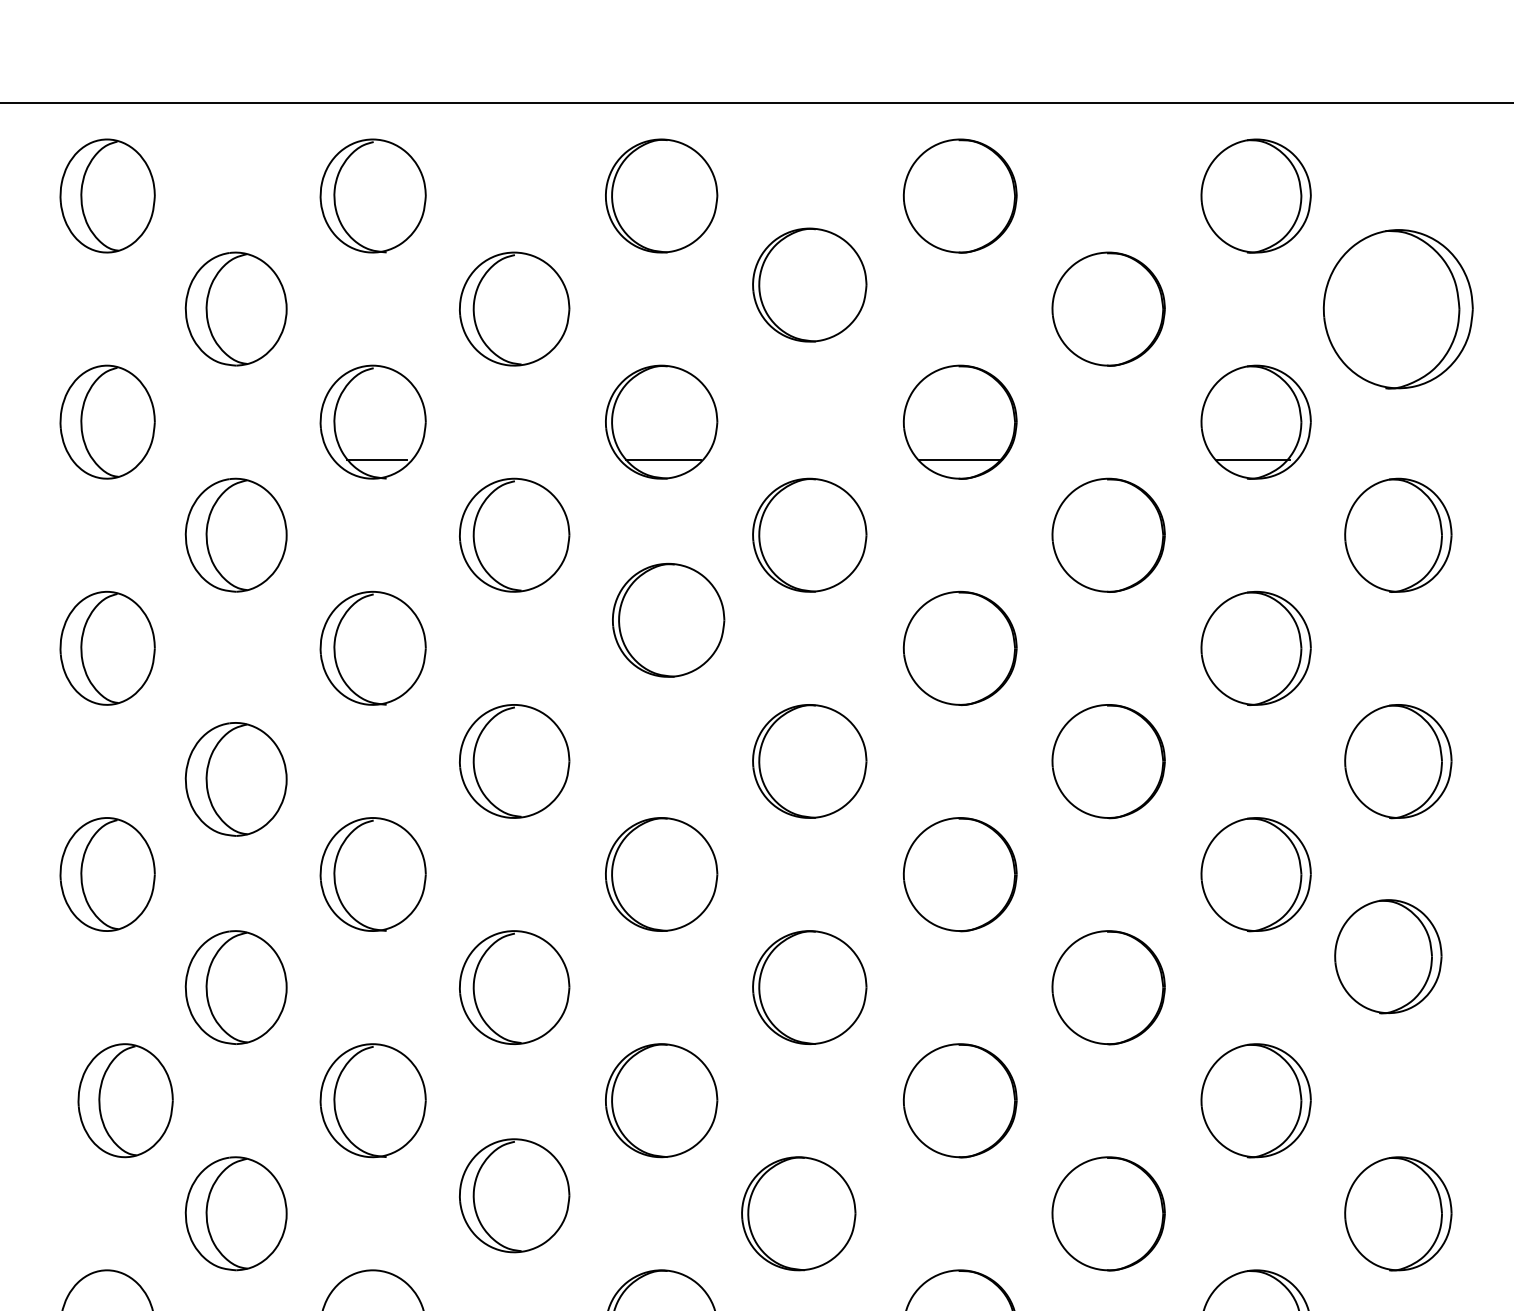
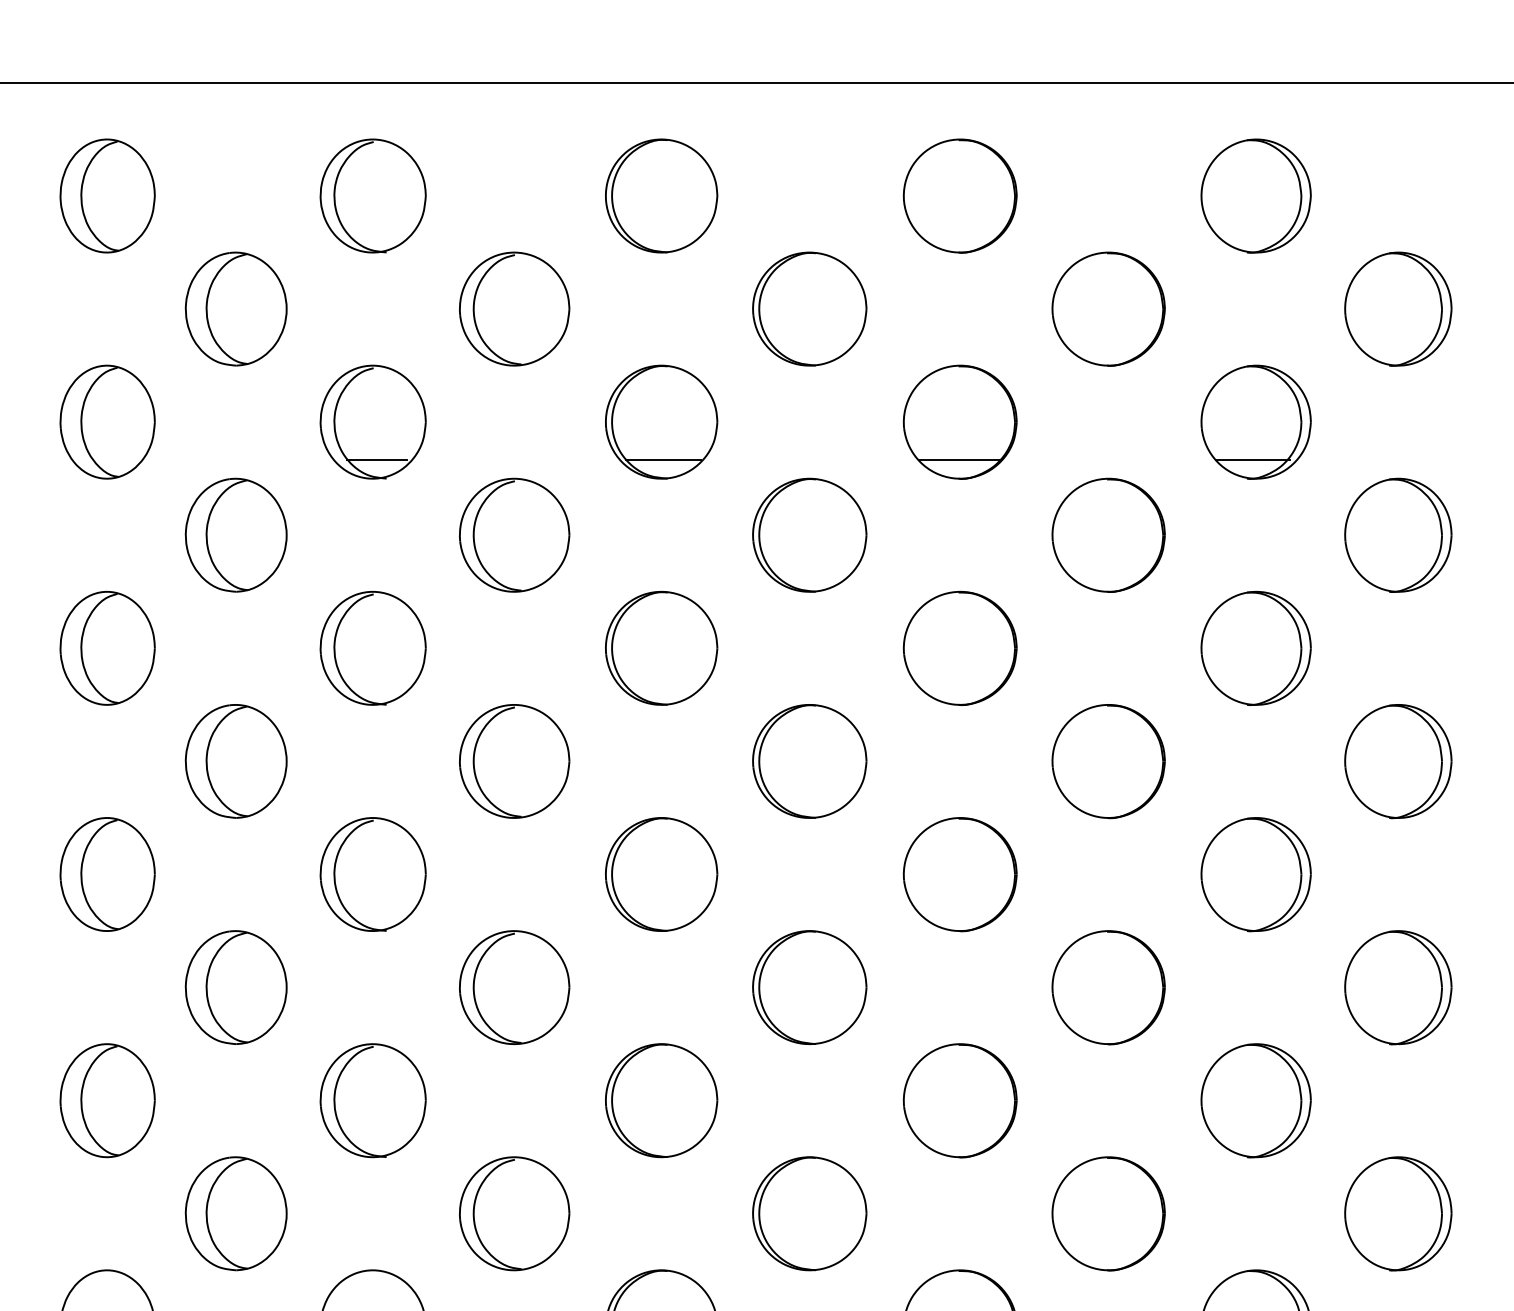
line at (756, 102) position: (756, 102) -> (756, 82)
part at (809, 284) position: (809, 284) -> (809, 308)
part at (1397, 309) size: 152x161 px -> 109x116 px
part at (668, 619) position: (668, 619) -> (661, 647)
part at (235, 779) position: (235, 779) -> (235, 761)
part at (1388, 956) position: (1388, 956) -> (1398, 987)
part at (125, 1100) position: (125, 1100) -> (107, 1100)
part at (514, 1195) position: (514, 1195) -> (514, 1213)
part at (798, 1213) position: (798, 1213) -> (809, 1213)
